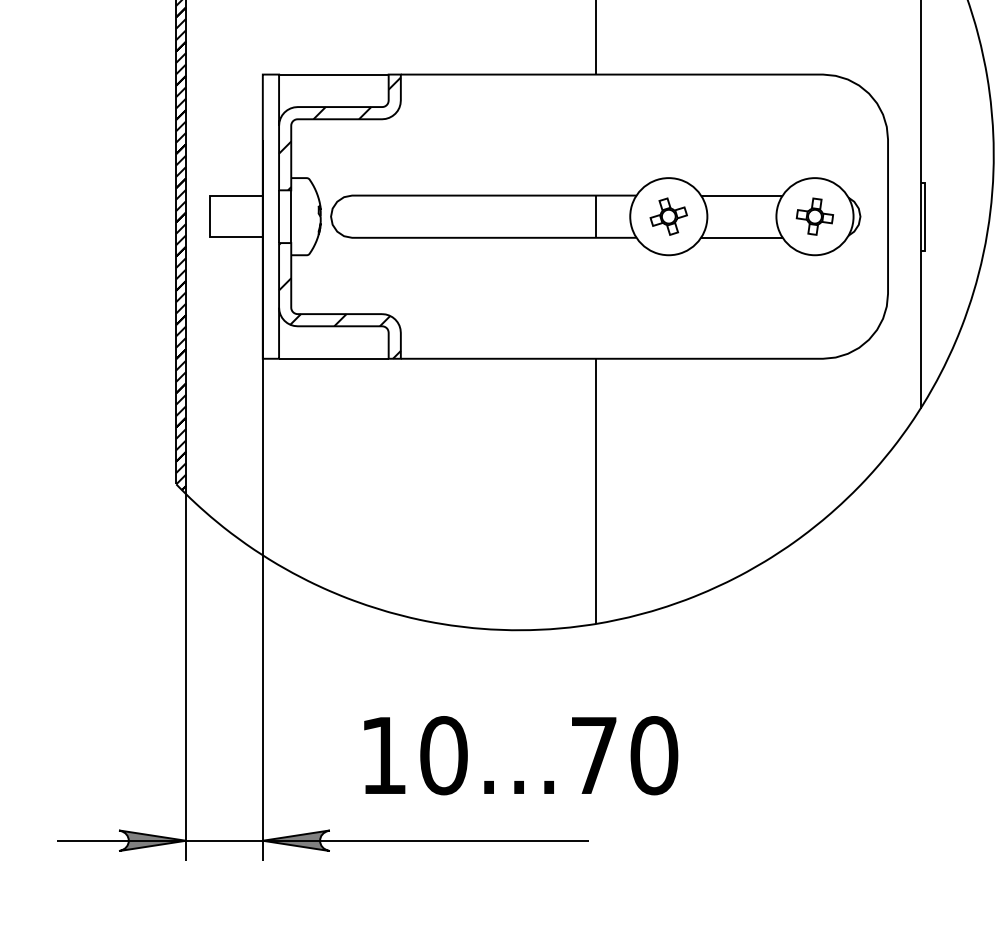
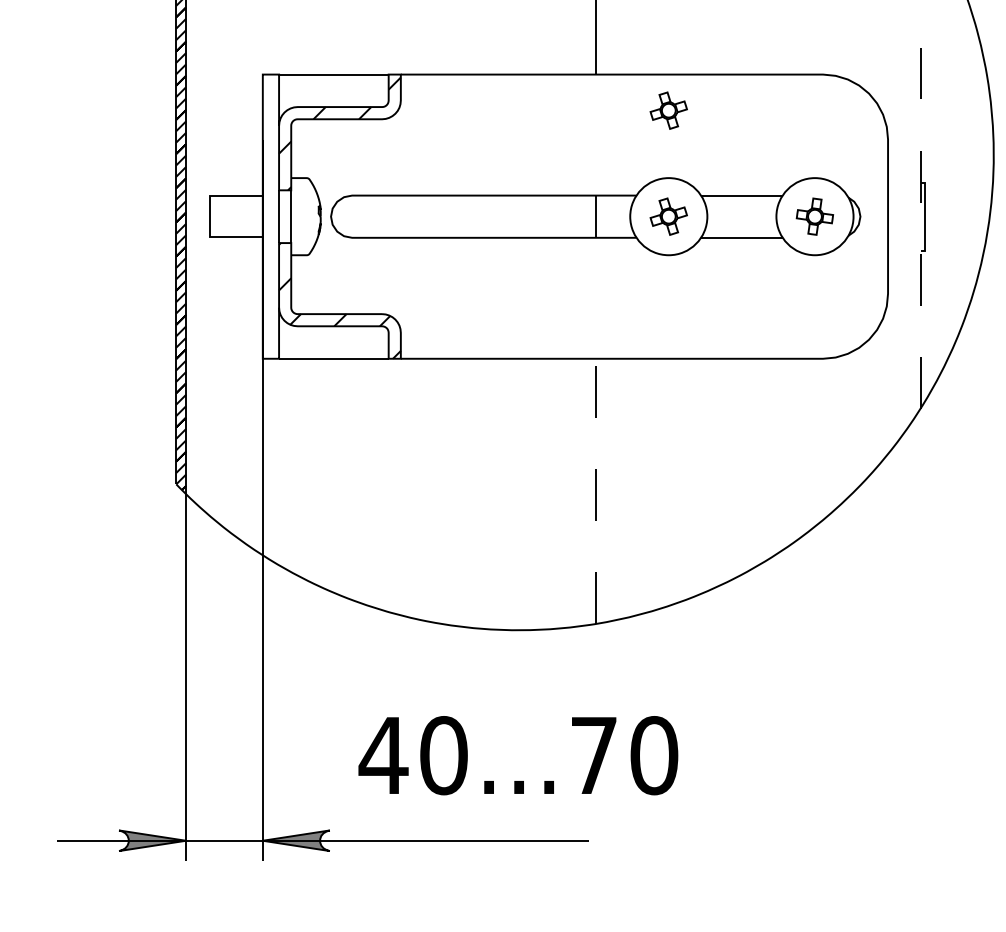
part at (668, 110): none -> present
line at (920, 204): solid -> dashed
line at (595, 491): solid -> dashed
text at (383, 755): 10...70 -> 40...70
